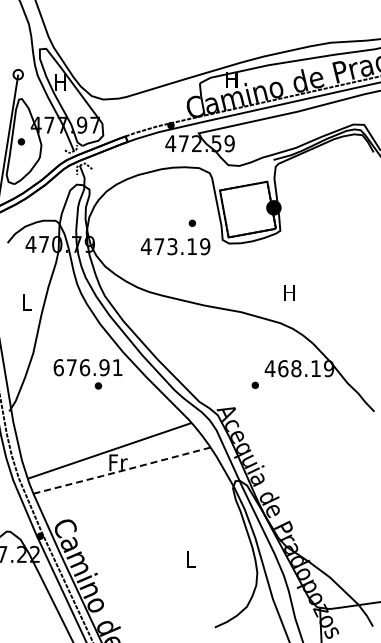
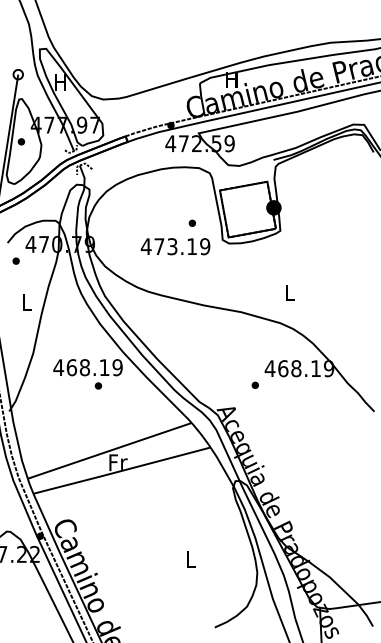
part at (15, 260): none -> present
text at (289, 292): H -> L
text at (87, 367): 676.91 -> 468.19
line at (121, 470): dashed -> solid
